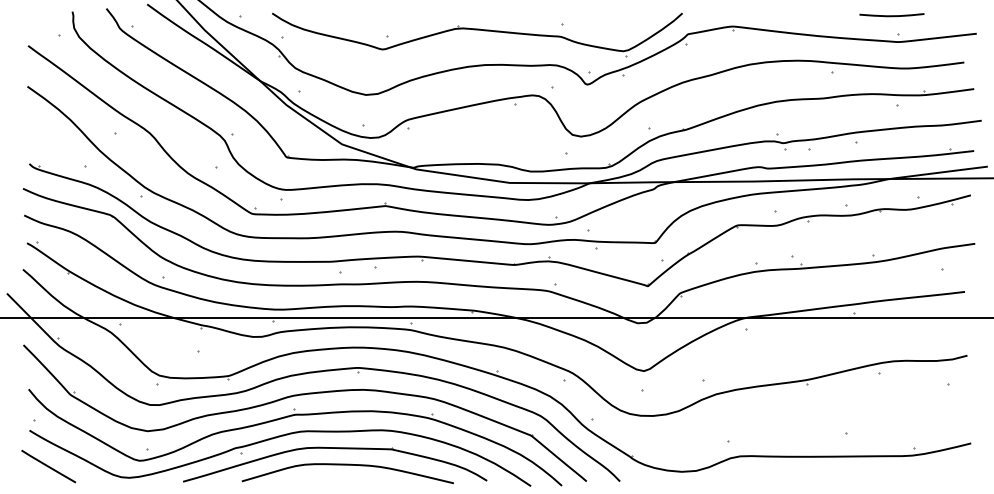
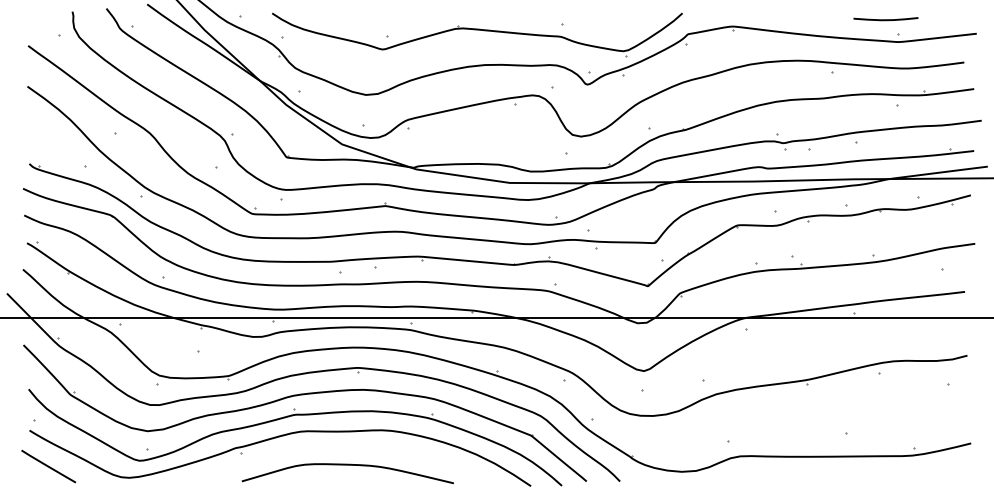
curve at (891, 15) position: (891, 15) -> (885, 19)
part at (339, 449): present -> none
